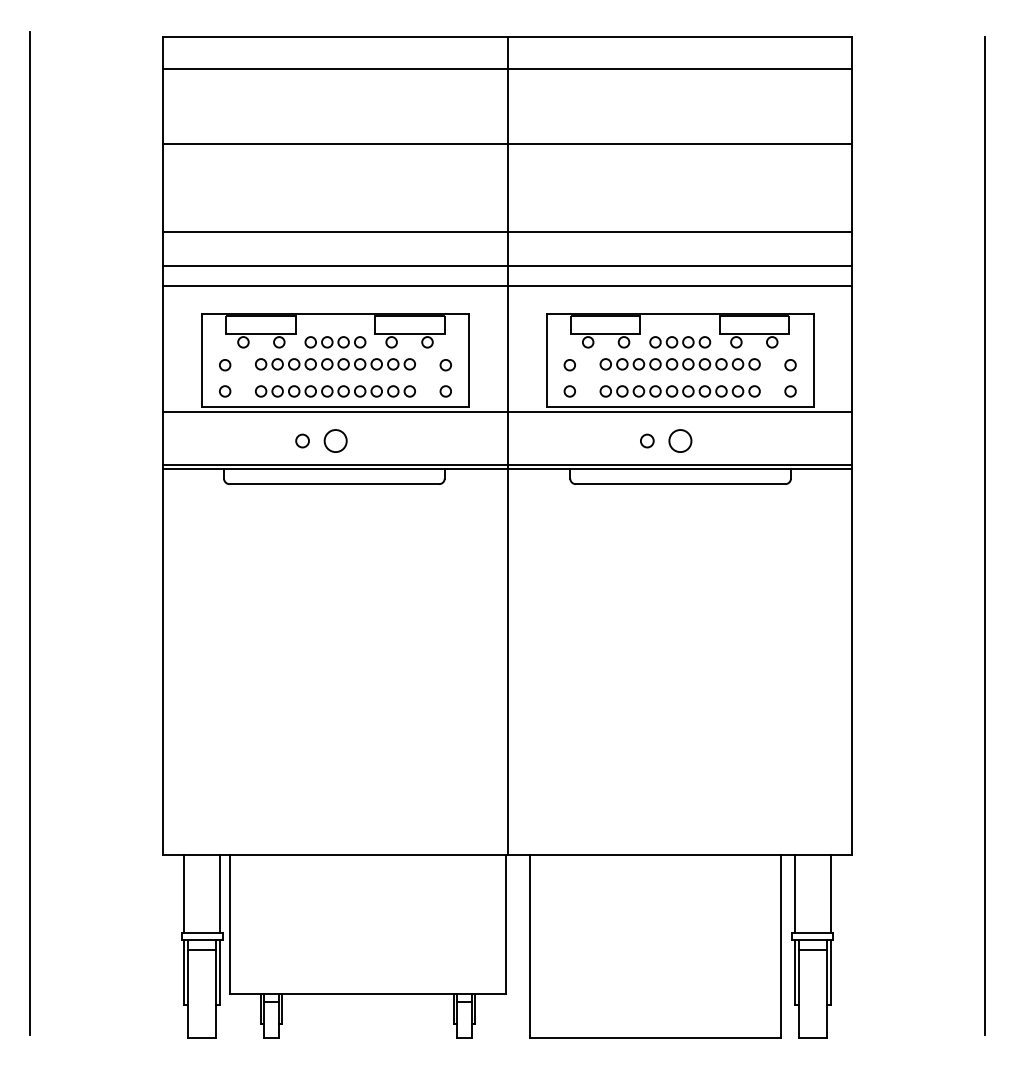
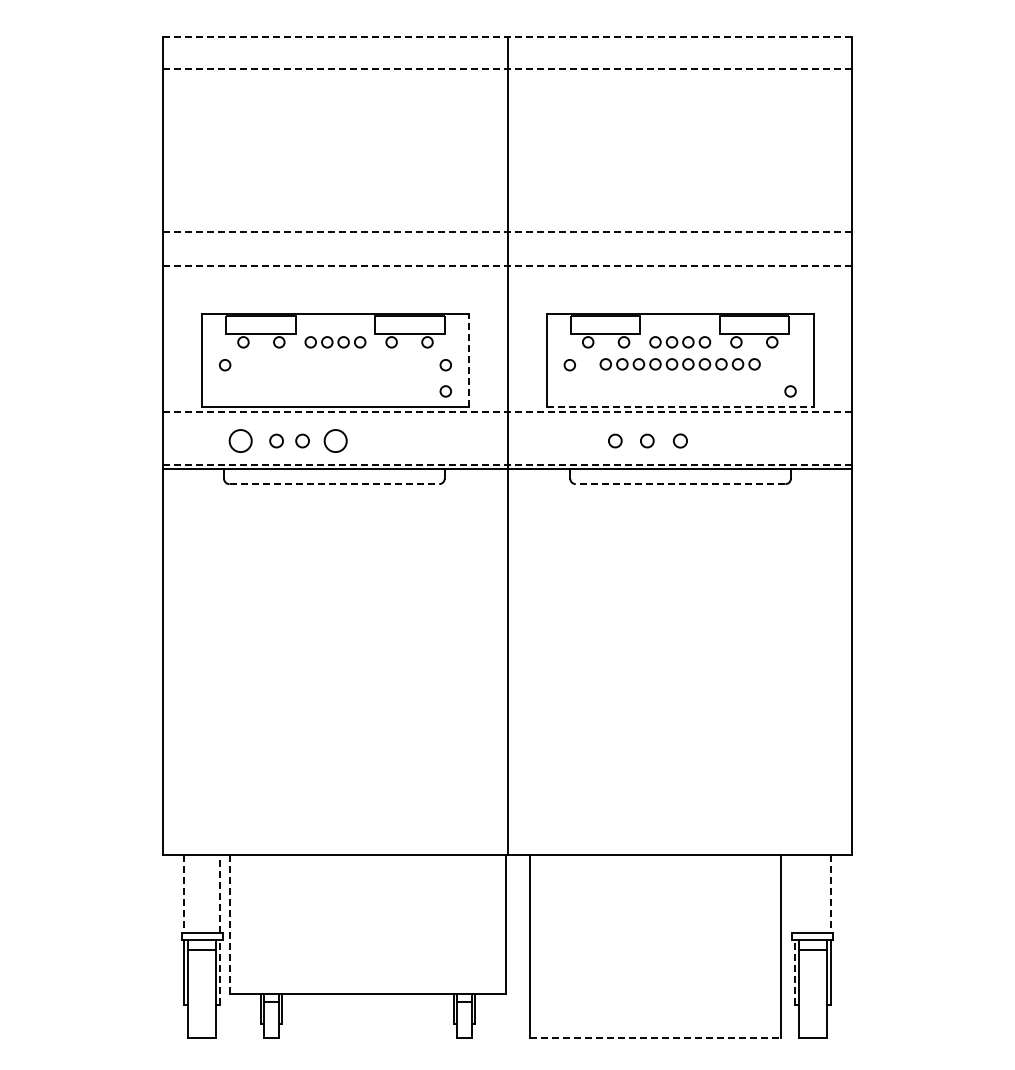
line at (507, 36): solid -> dashed
line at (507, 68): solid -> dashed
line at (507, 143): present -> none
line at (507, 232): solid -> dashed
line at (507, 265): solid -> dashed
line at (507, 286): present -> none
line at (469, 360): solid -> dashed
part at (335, 364): present -> none
circle at (790, 365): present -> none
circle at (225, 391): present -> none
part at (335, 391): present -> none
circle at (569, 391): present -> none
part at (679, 391): present -> none
line at (680, 406): solid -> dashed
line at (507, 412): solid -> dashed
circle at (240, 440): none -> present
circle at (276, 440): none -> present
circle at (615, 440): none -> present
circle at (680, 440) size: 25x24 px -> 15x16 px
line at (507, 464): solid -> dashed
line at (334, 484): solid -> dashed
line at (680, 484): solid -> dashed
line at (30, 533): present -> none
line at (984, 535): present -> none
line at (220, 893): solid -> dashed
line at (794, 893): present -> none
line at (184, 894): solid -> dashed
line at (830, 894): solid -> dashed
line at (230, 924): solid -> dashed
line at (220, 971): solid -> dashed
line at (794, 971): solid -> dashed
line at (655, 1037): solid -> dashed
